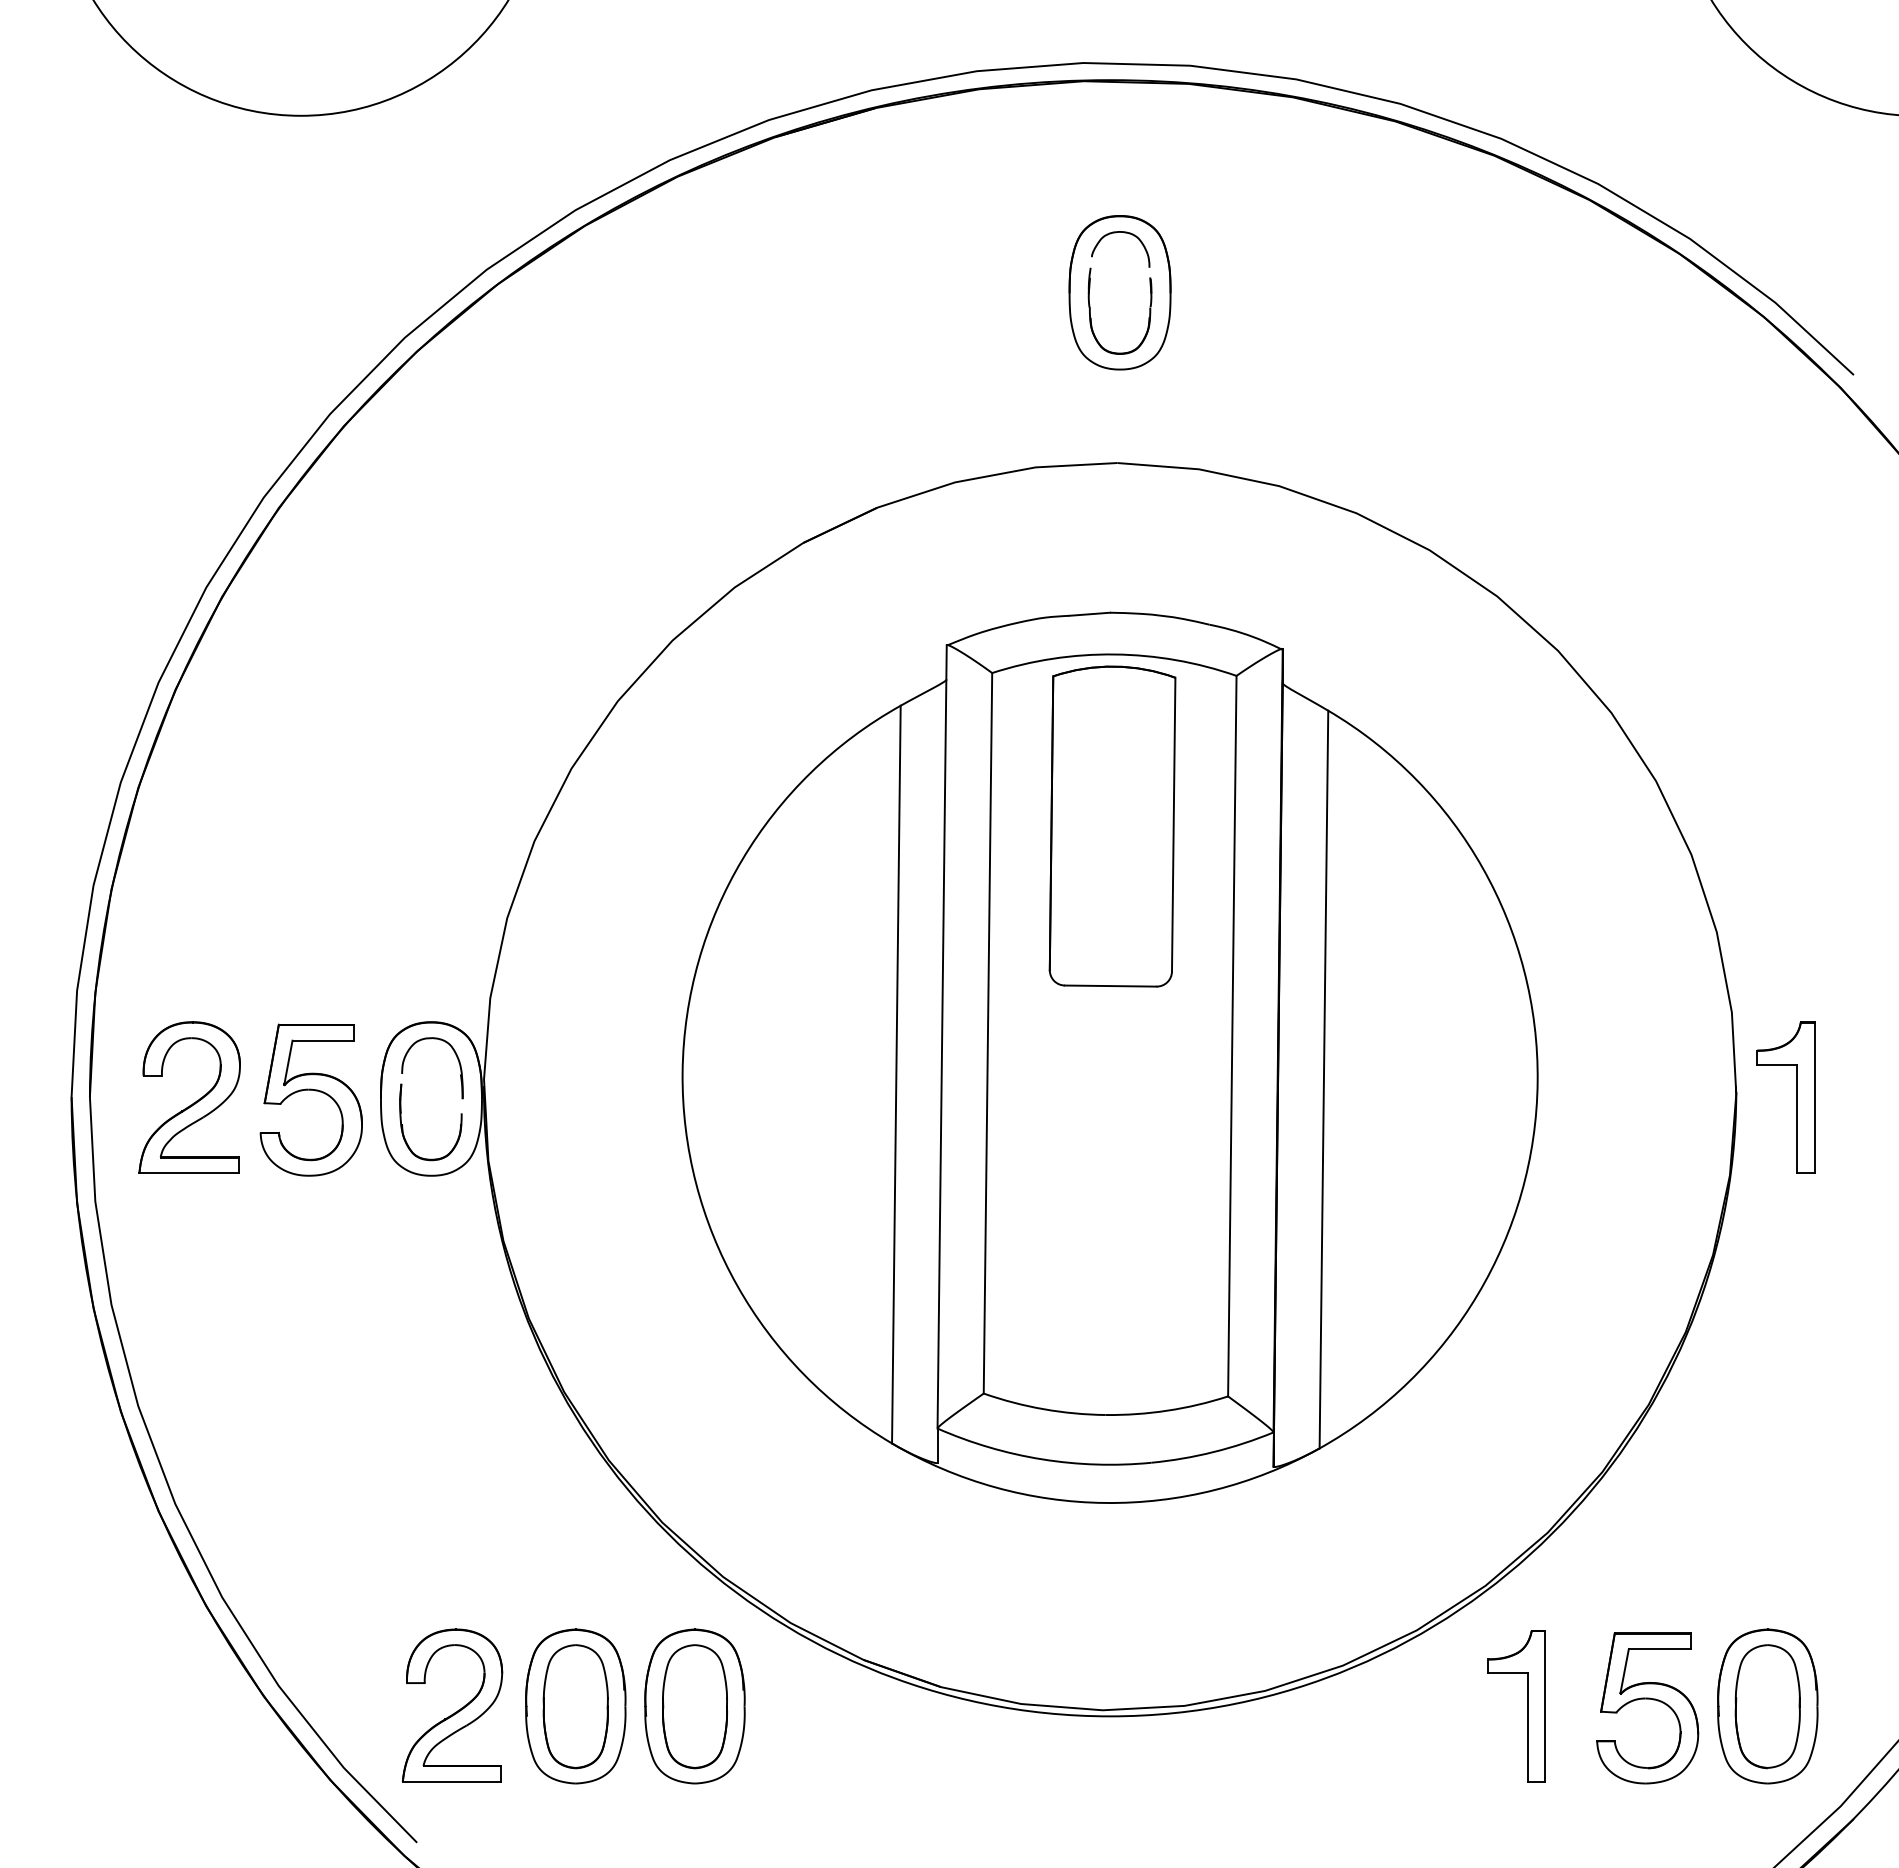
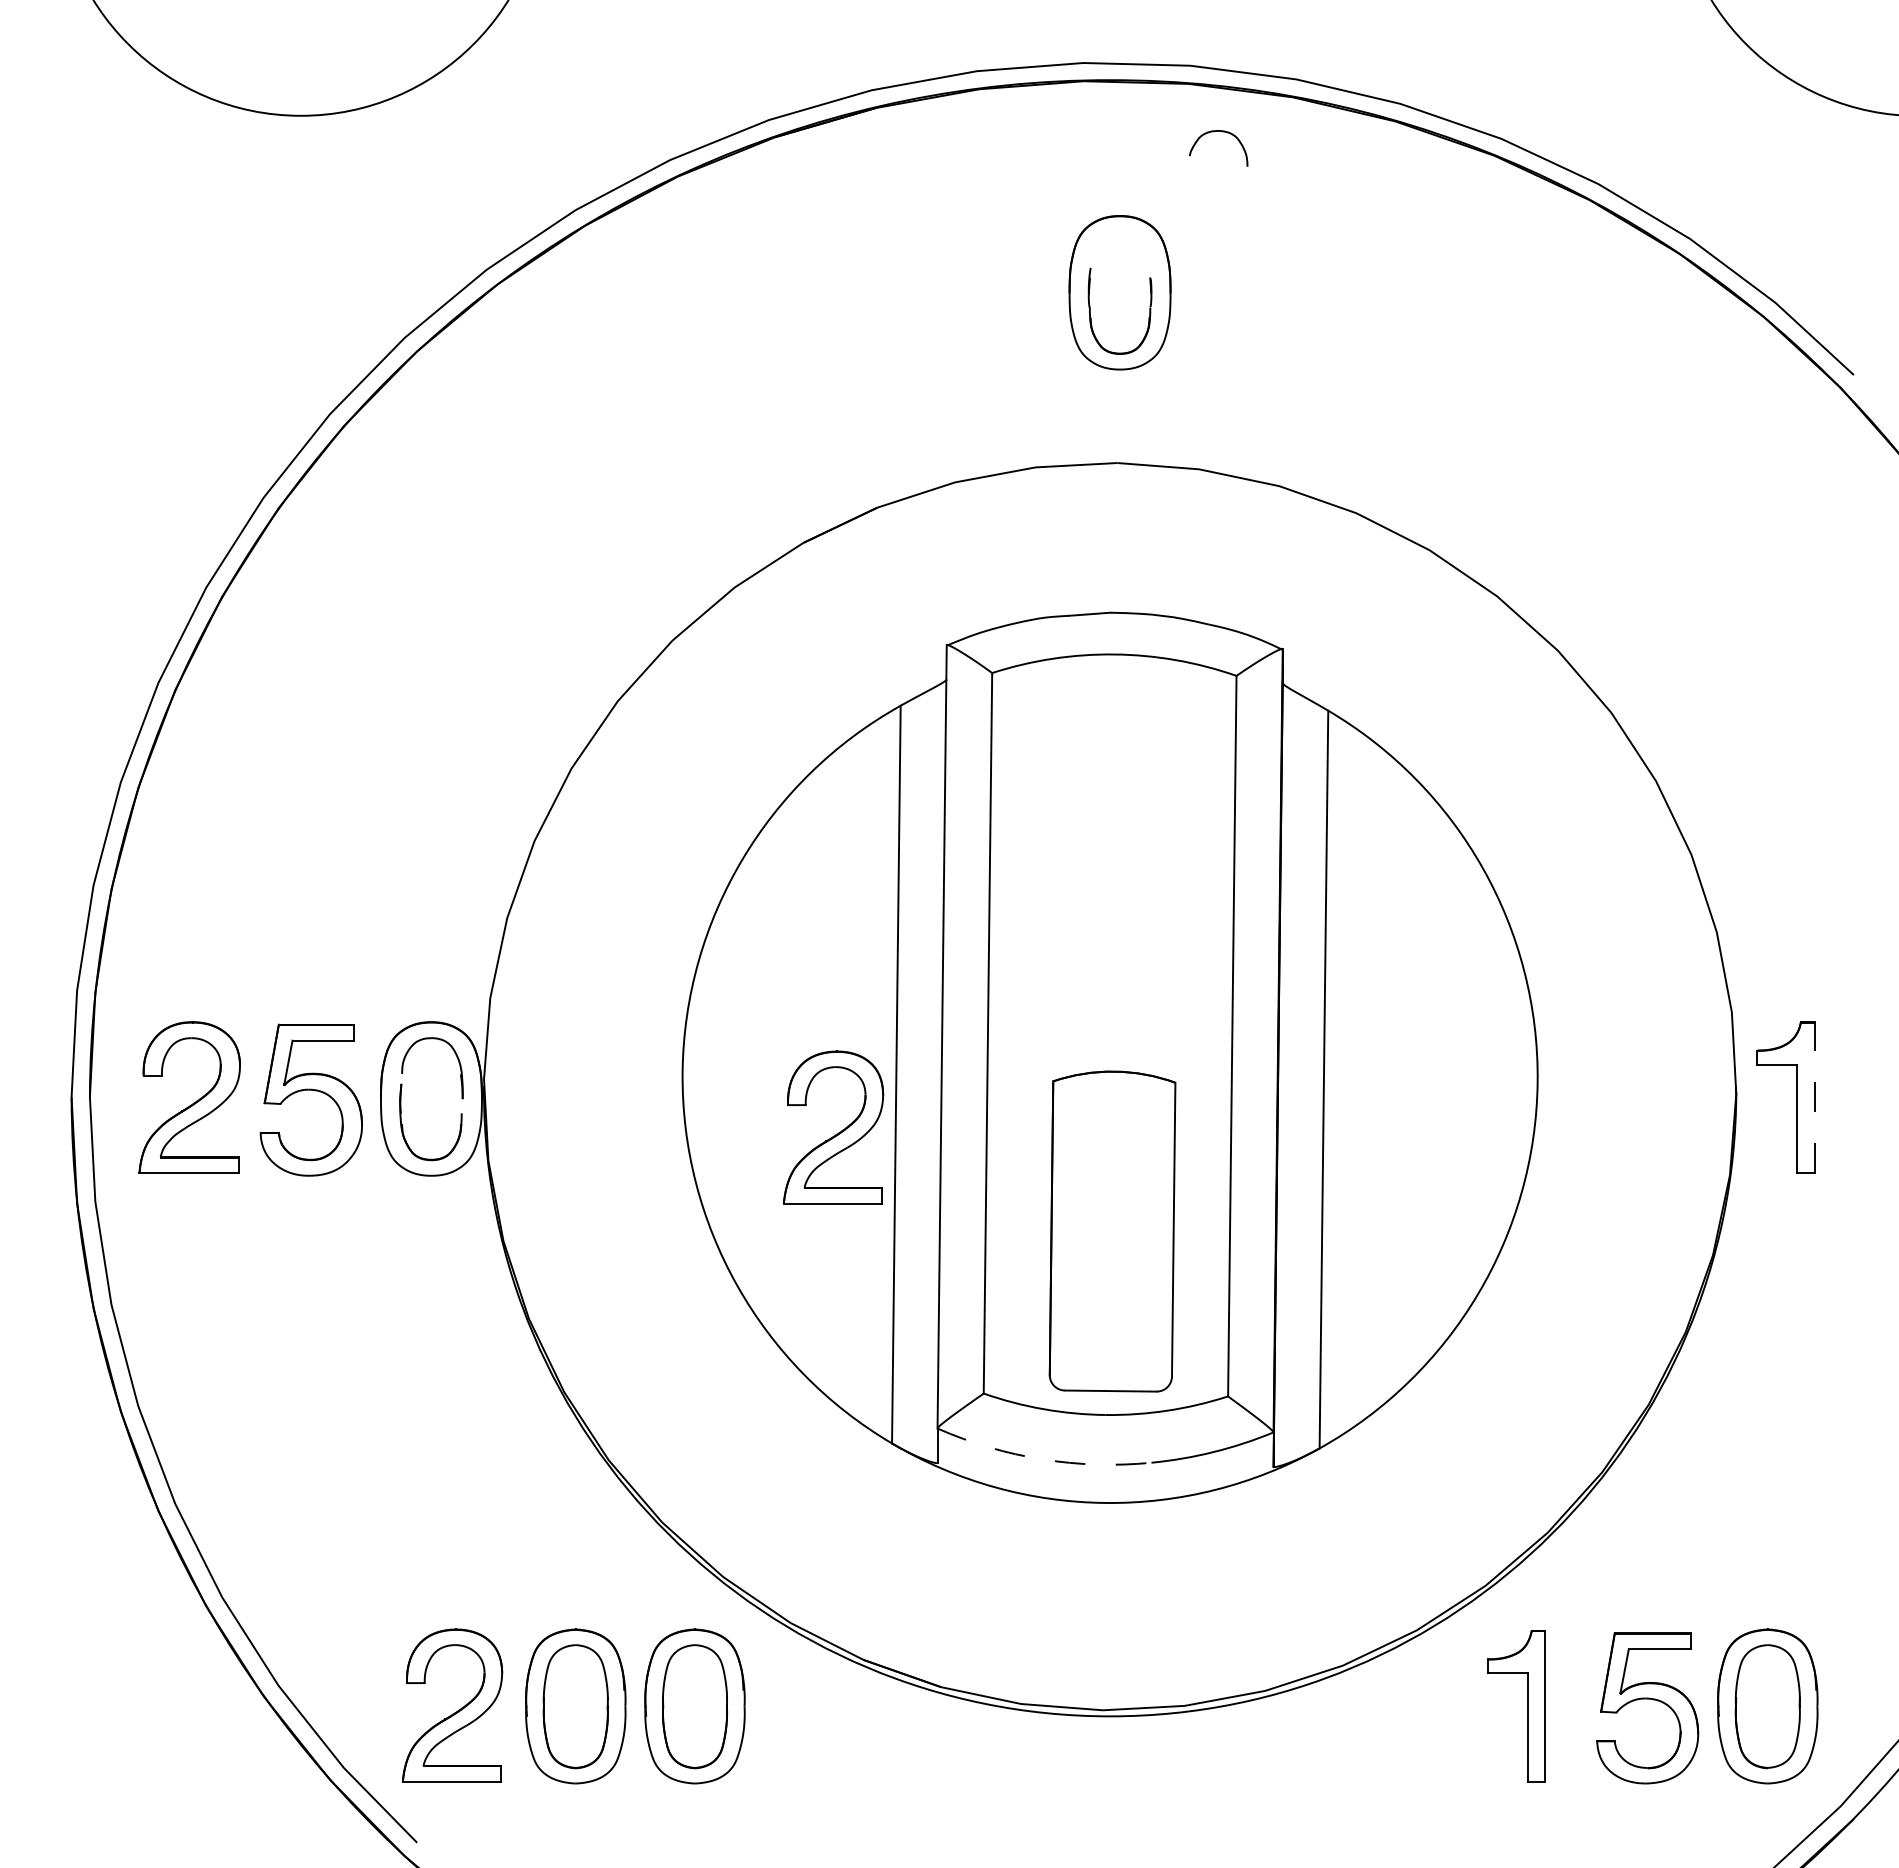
curve at (1116, 233) position: (1116, 233) -> (1214, 132)
part at (1112, 826) position: (1112, 826) -> (1112, 1231)
line at (1814, 1097): solid -> dashed
part at (838, 1132): none -> present
arc at (1042, 1459): solid -> dashed
